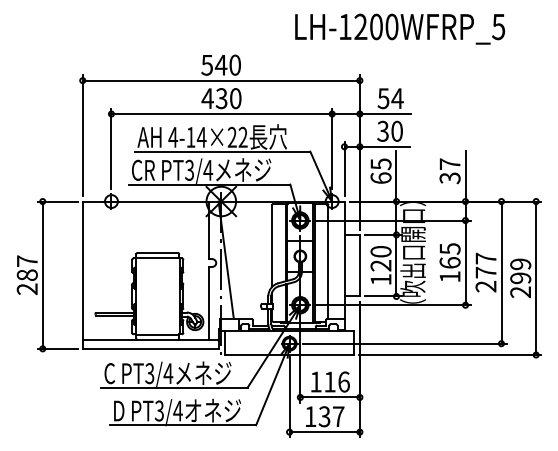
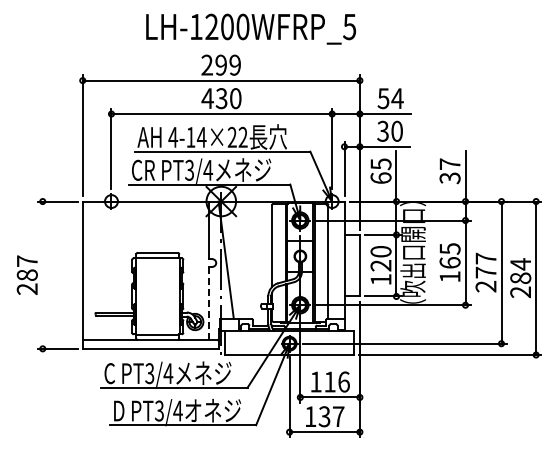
text at (400, 28) position: (400, 28) -> (251, 28)
text at (220, 64): 540 -> 299
text at (520, 271): 299 -> 284
line at (42, 274): present -> none
line at (208, 303): solid -> dashed
